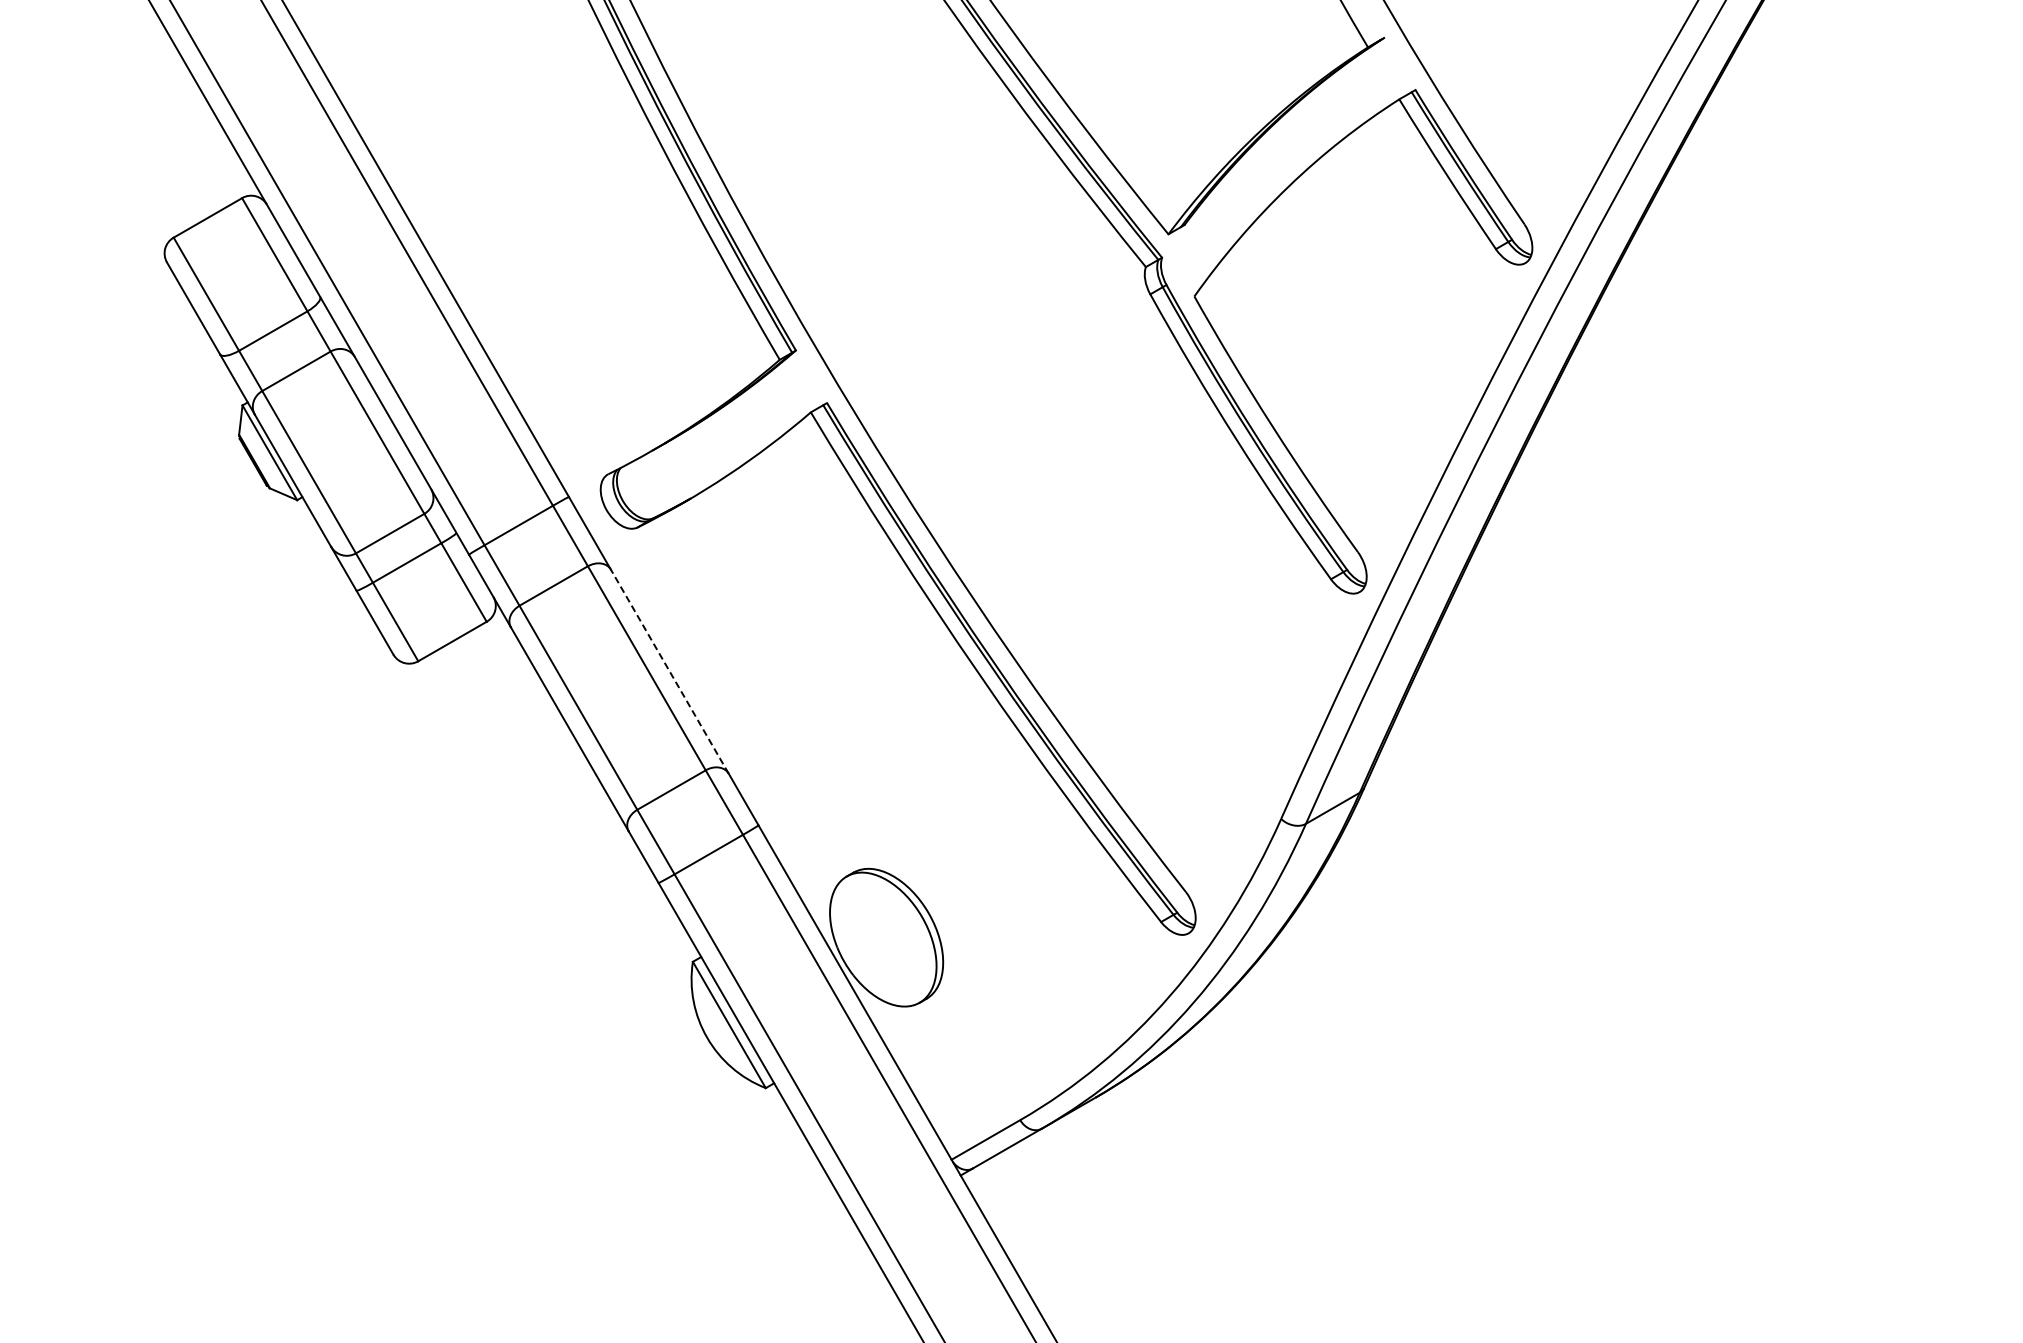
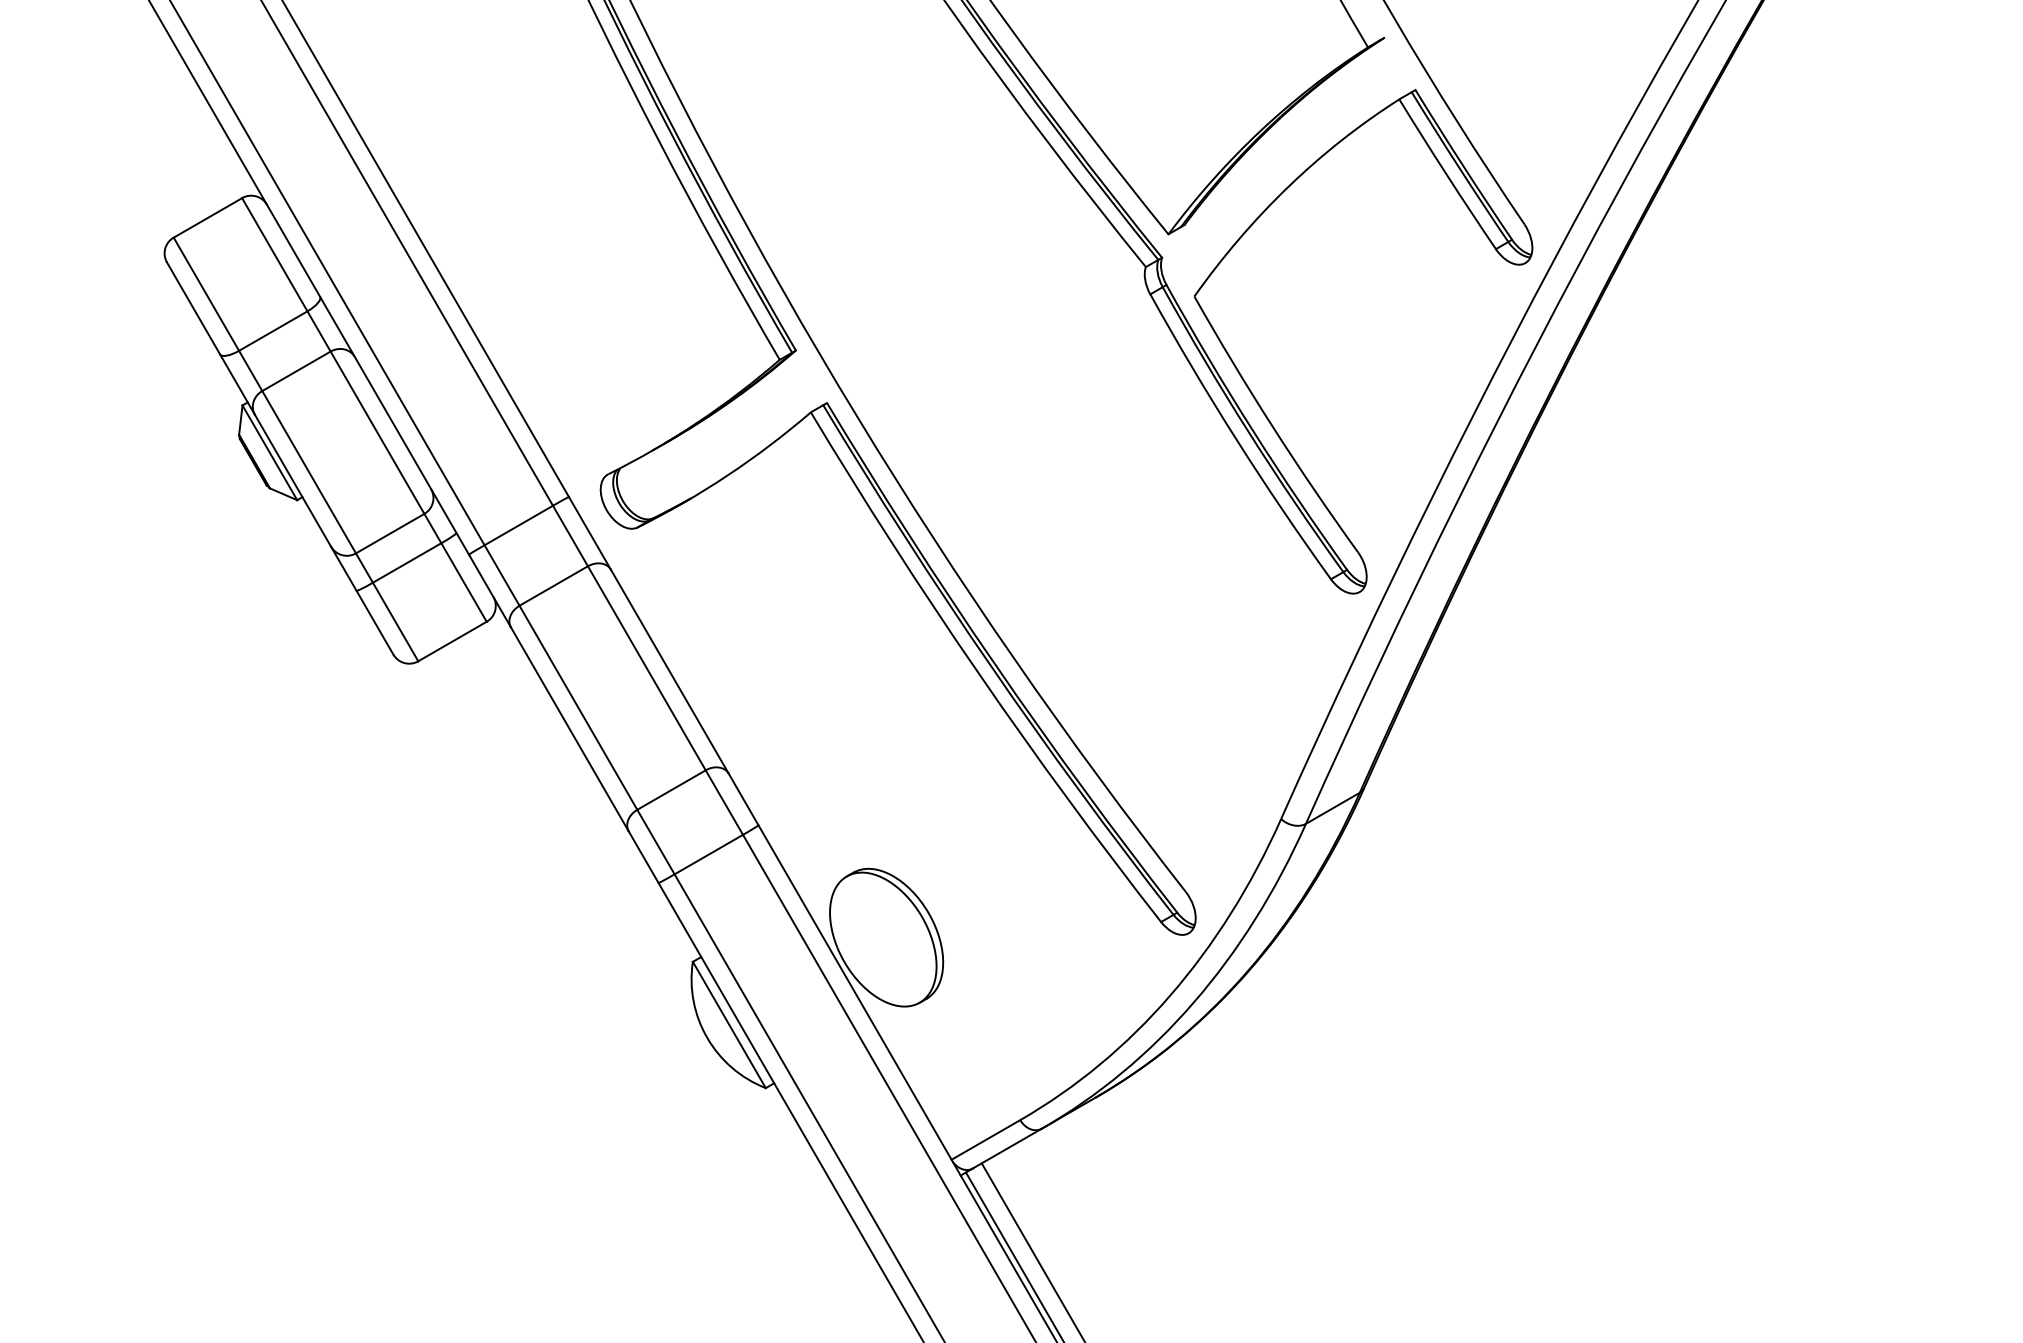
line at (669, 671): dashed -> solid
line at (1032, 1251): none -> present
line at (1013, 1255): none -> present
